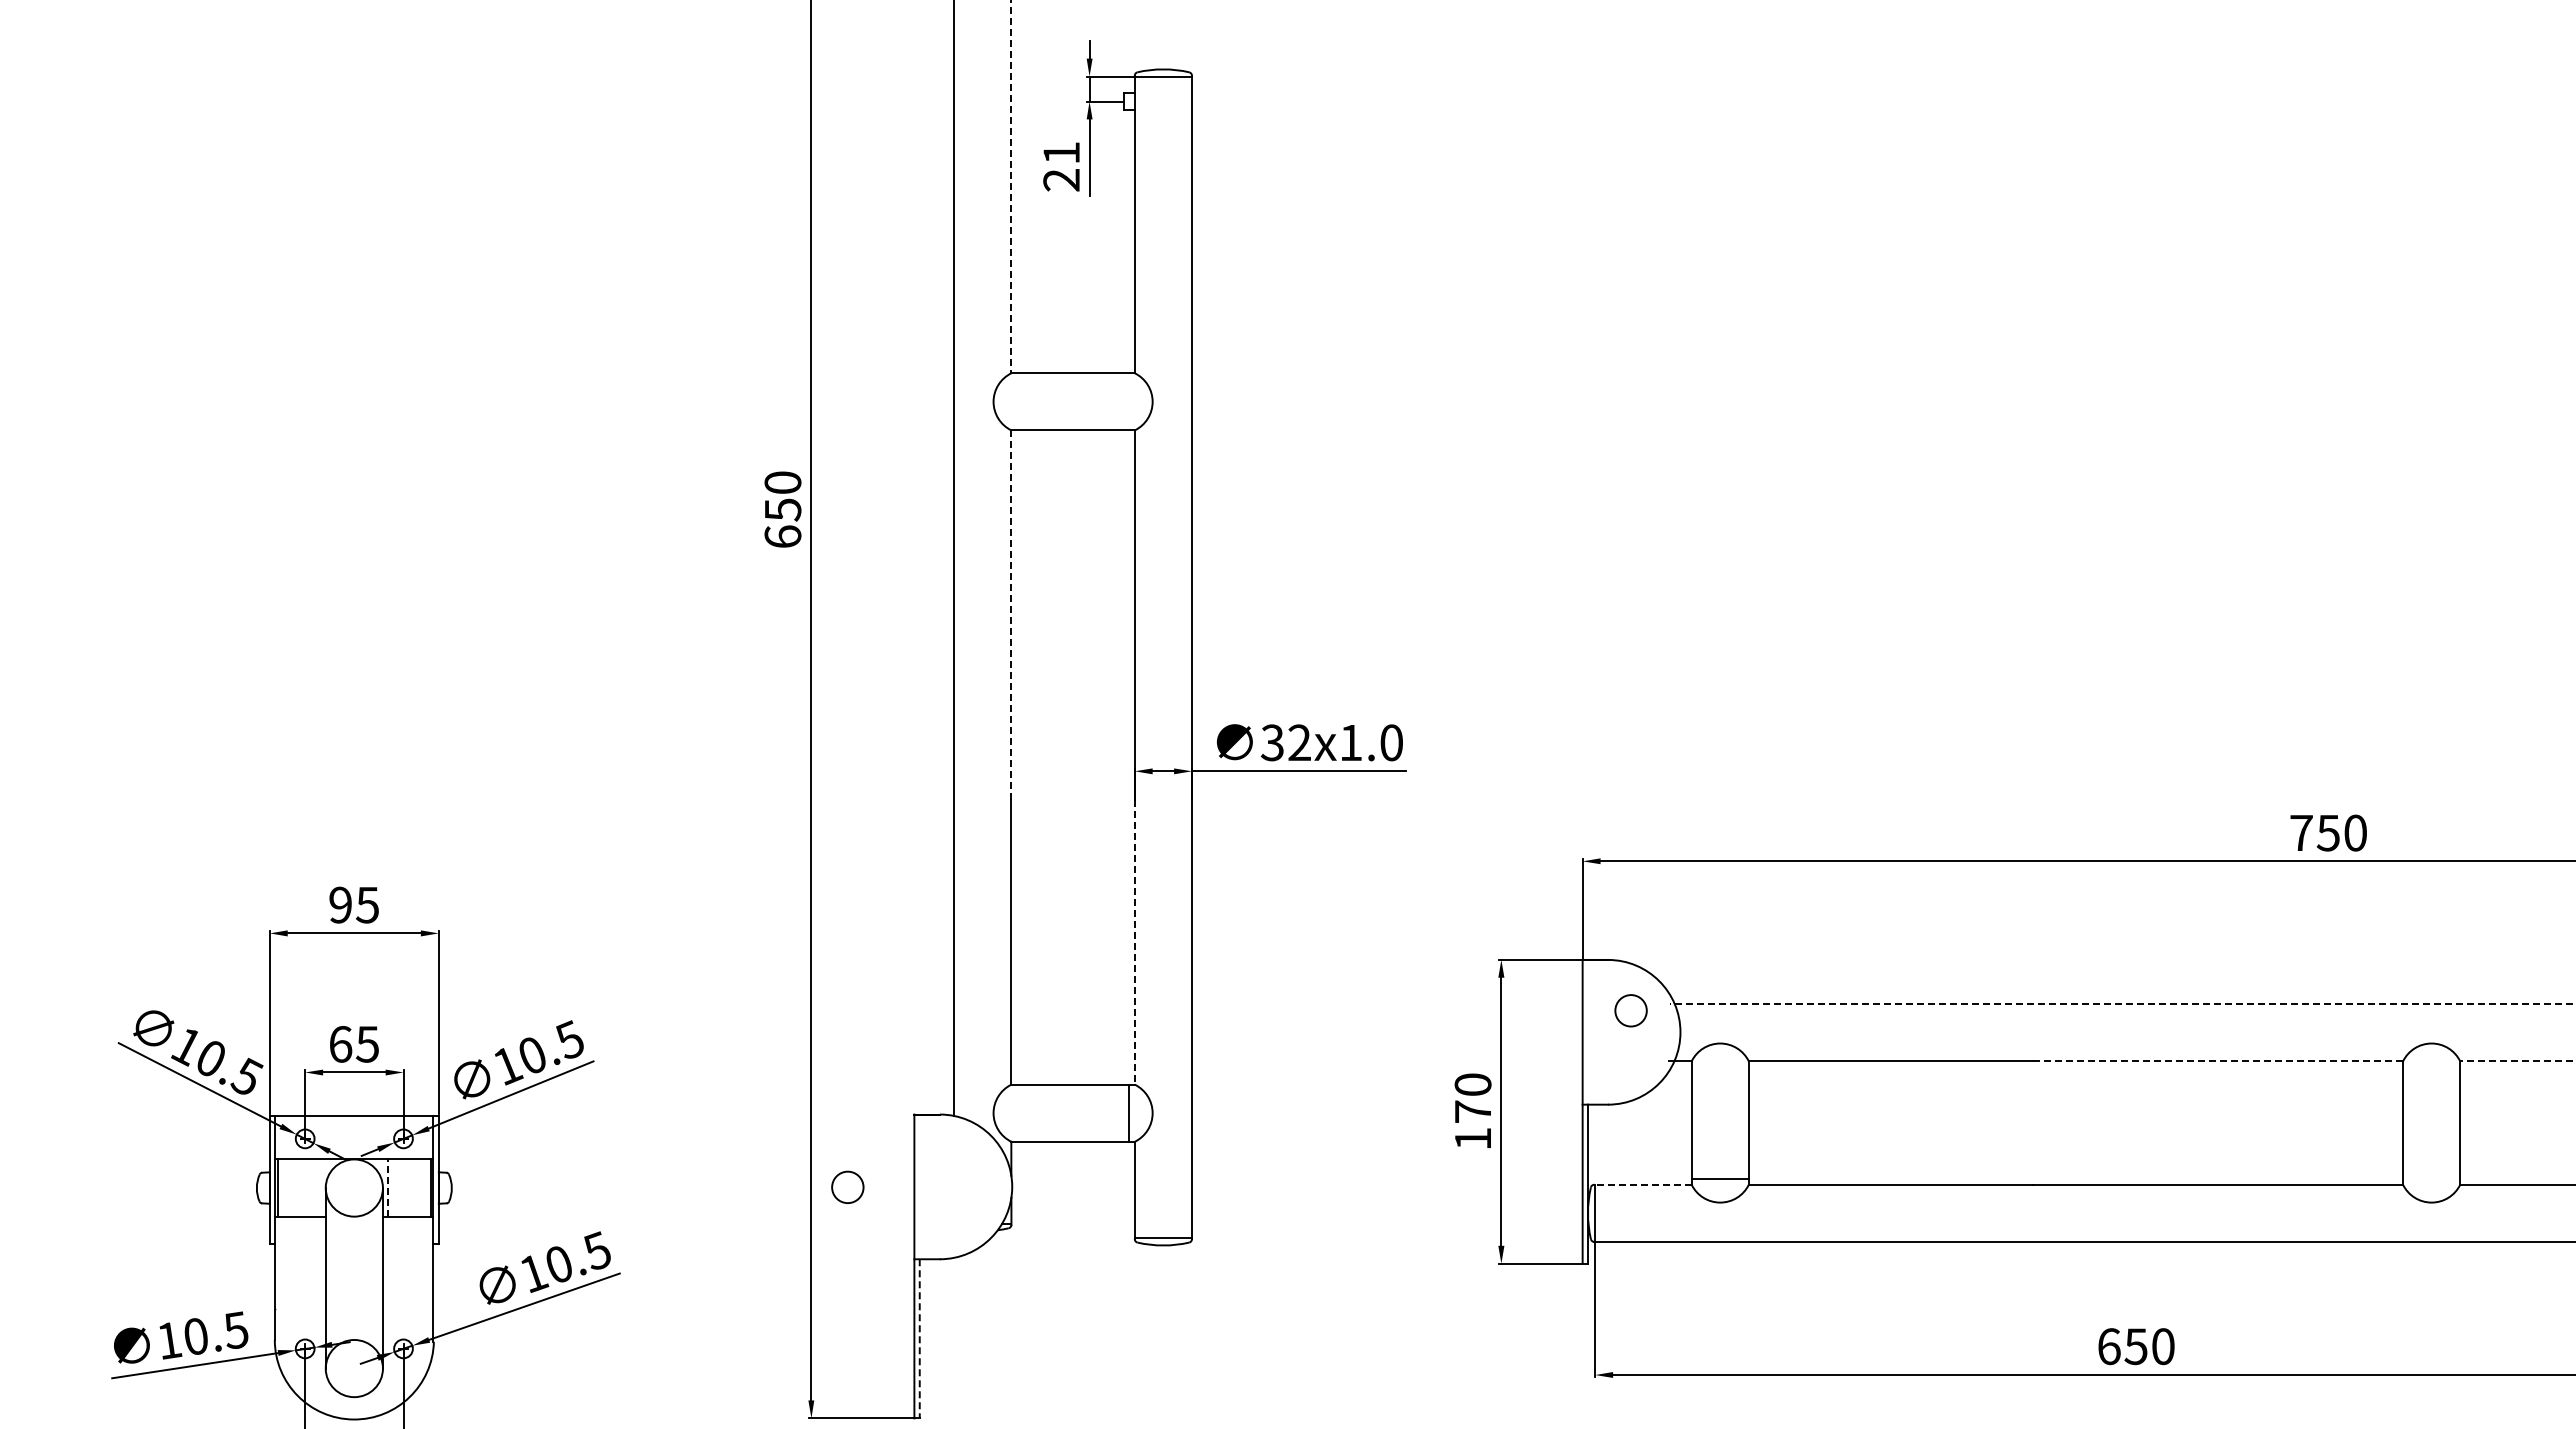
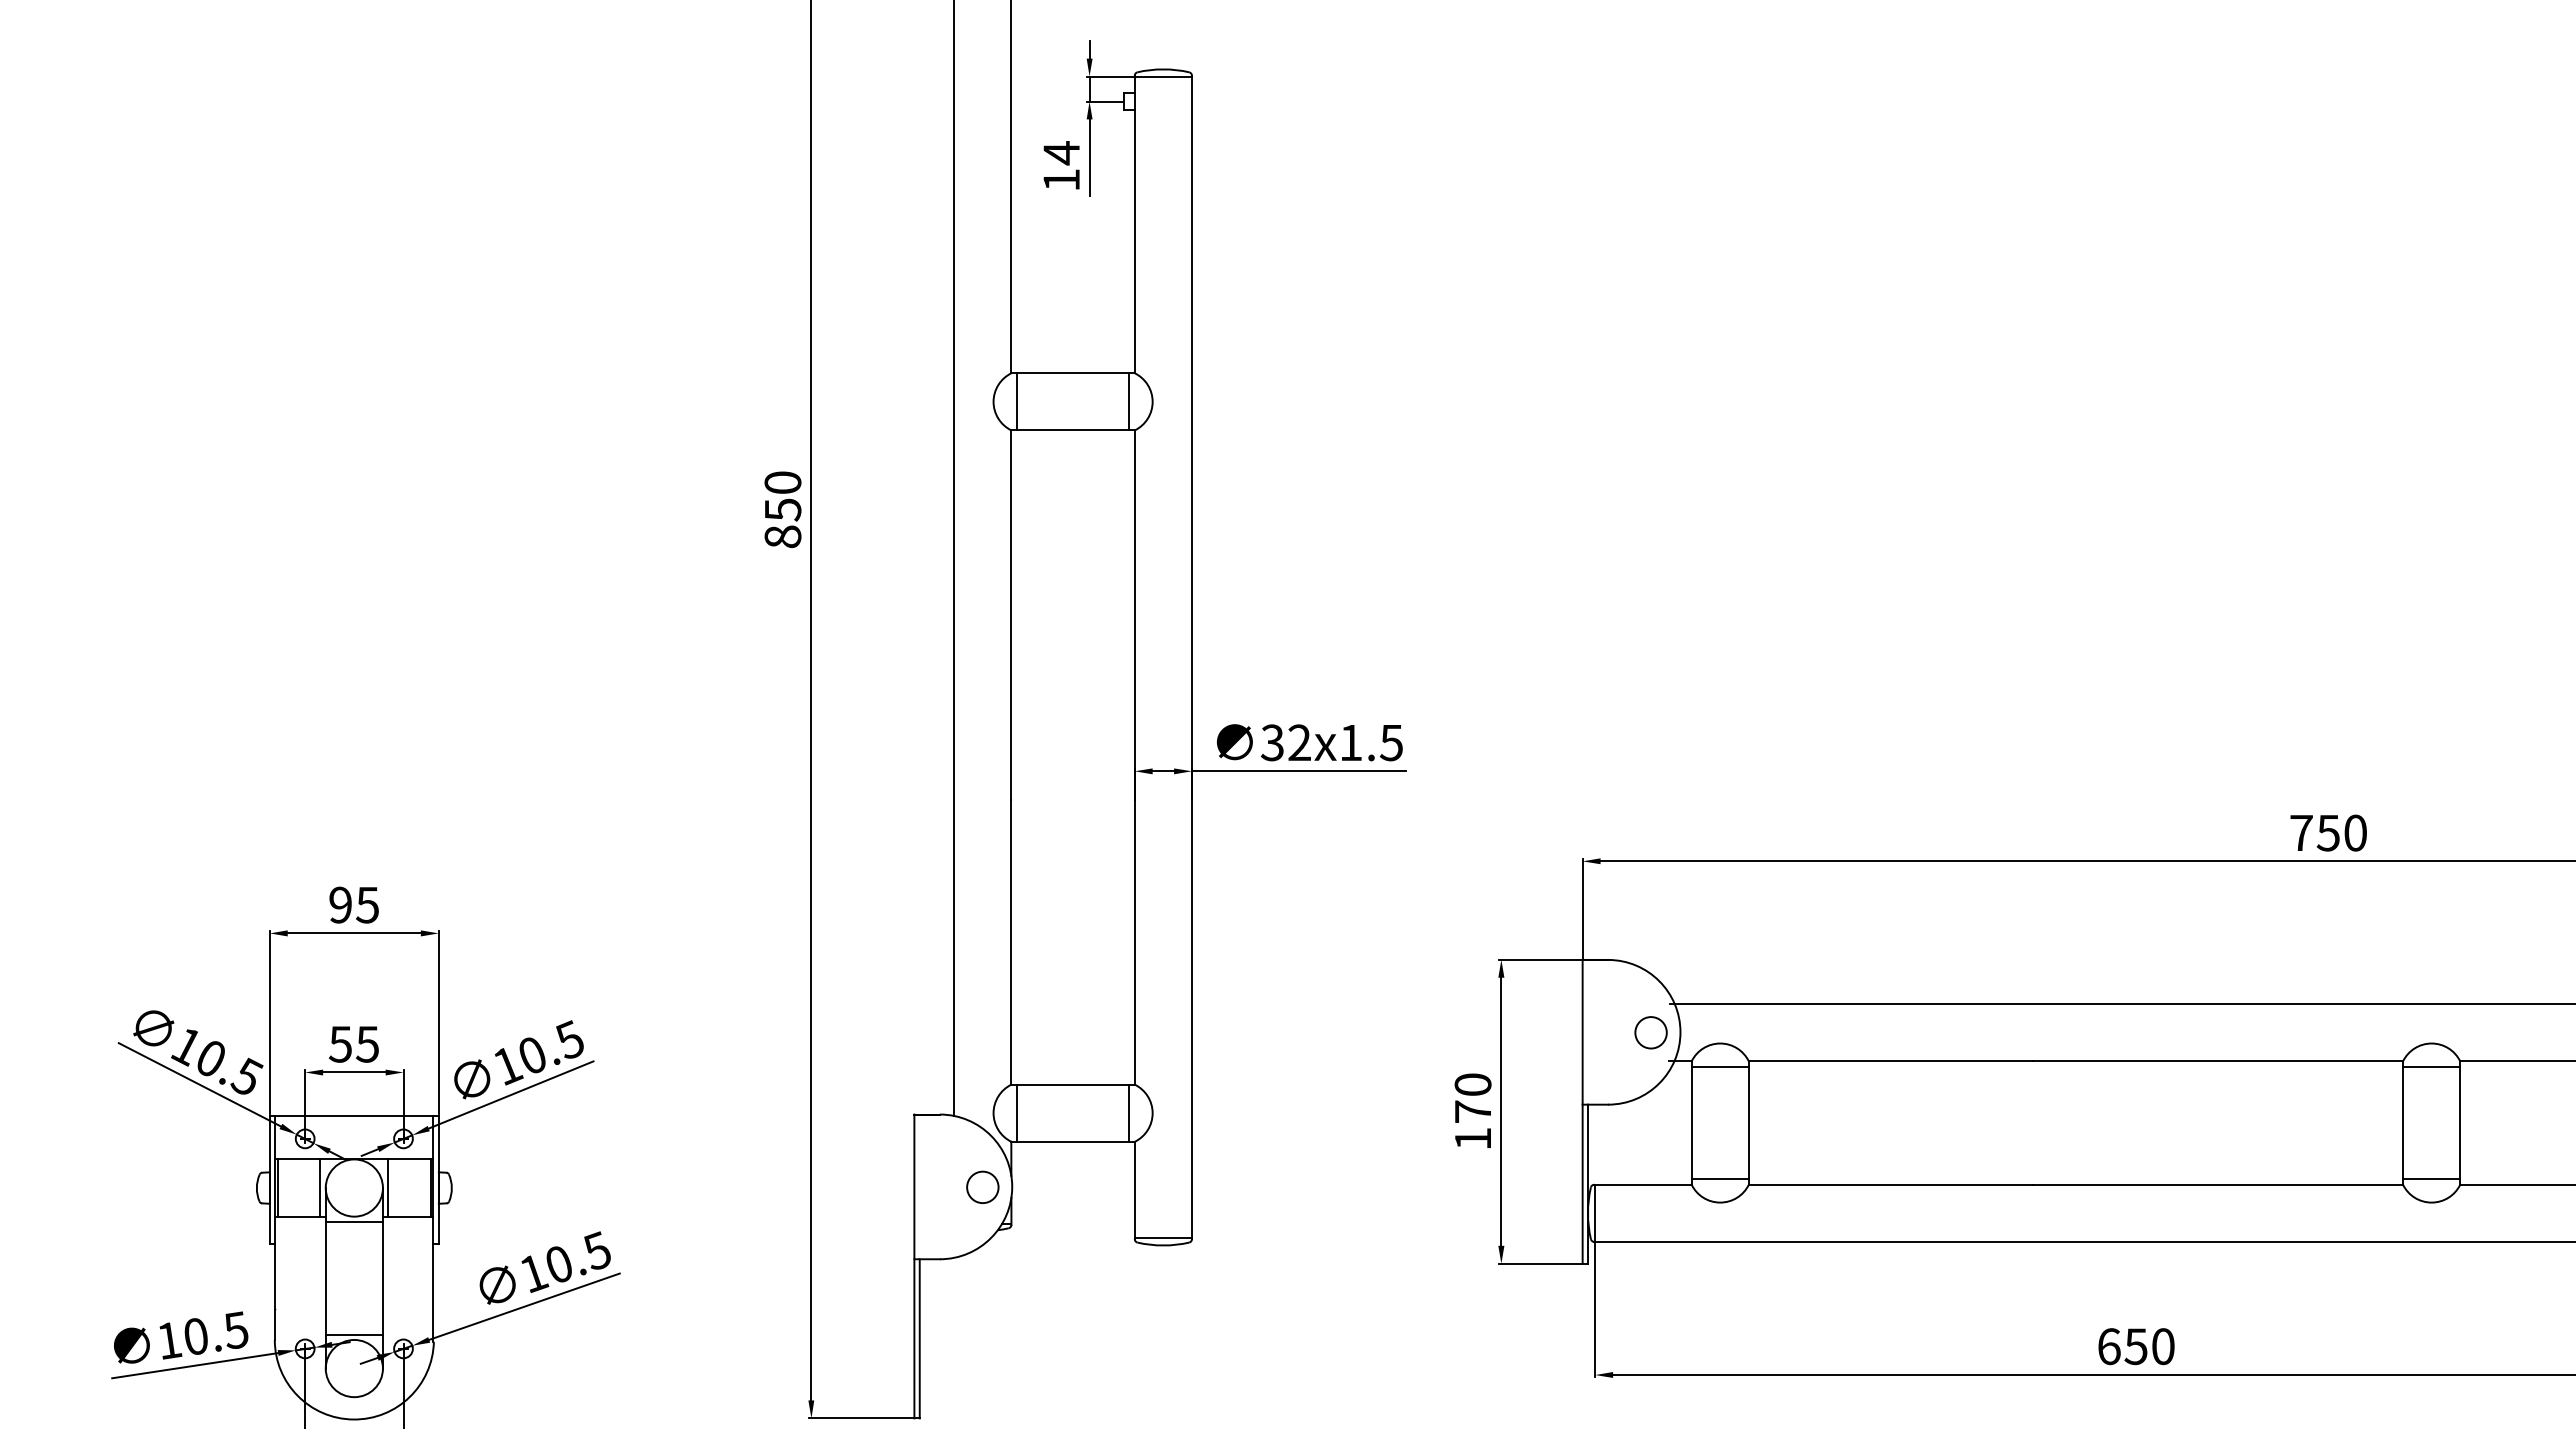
text at (1061, 166): 21 -> 14
line at (1011, 187): dashed -> solid
line at (1016, 401): none -> present
line at (1129, 401): none -> present
text at (782, 536): 650 -> 850
line at (1011, 615): dashed -> solid
text at (1390, 742): 32x1.0 -> 32x1.5
line at (1134, 943): dashed -> solid
line at (2122, 1004): dashed -> solid
circle at (1630, 1010) position: (1630, 1010) -> (1650, 1032)
text at (340, 1044): 65 -> 55
line at (2218, 1061): dashed -> solid
line at (2517, 1061): dashed -> solid
line at (1719, 1066): none -> present
line at (2431, 1066): none -> present
line at (1016, 1112): none -> present
line at (2431, 1179): none -> present
line at (1643, 1184): dashed -> solid
circle at (847, 1186) position: (847, 1186) -> (982, 1186)
line at (320, 1187): none -> present
line at (388, 1188): dashed -> solid
line at (353, 1222): none -> present
line at (353, 1334): none -> present
line at (919, 1338): dashed -> solid
